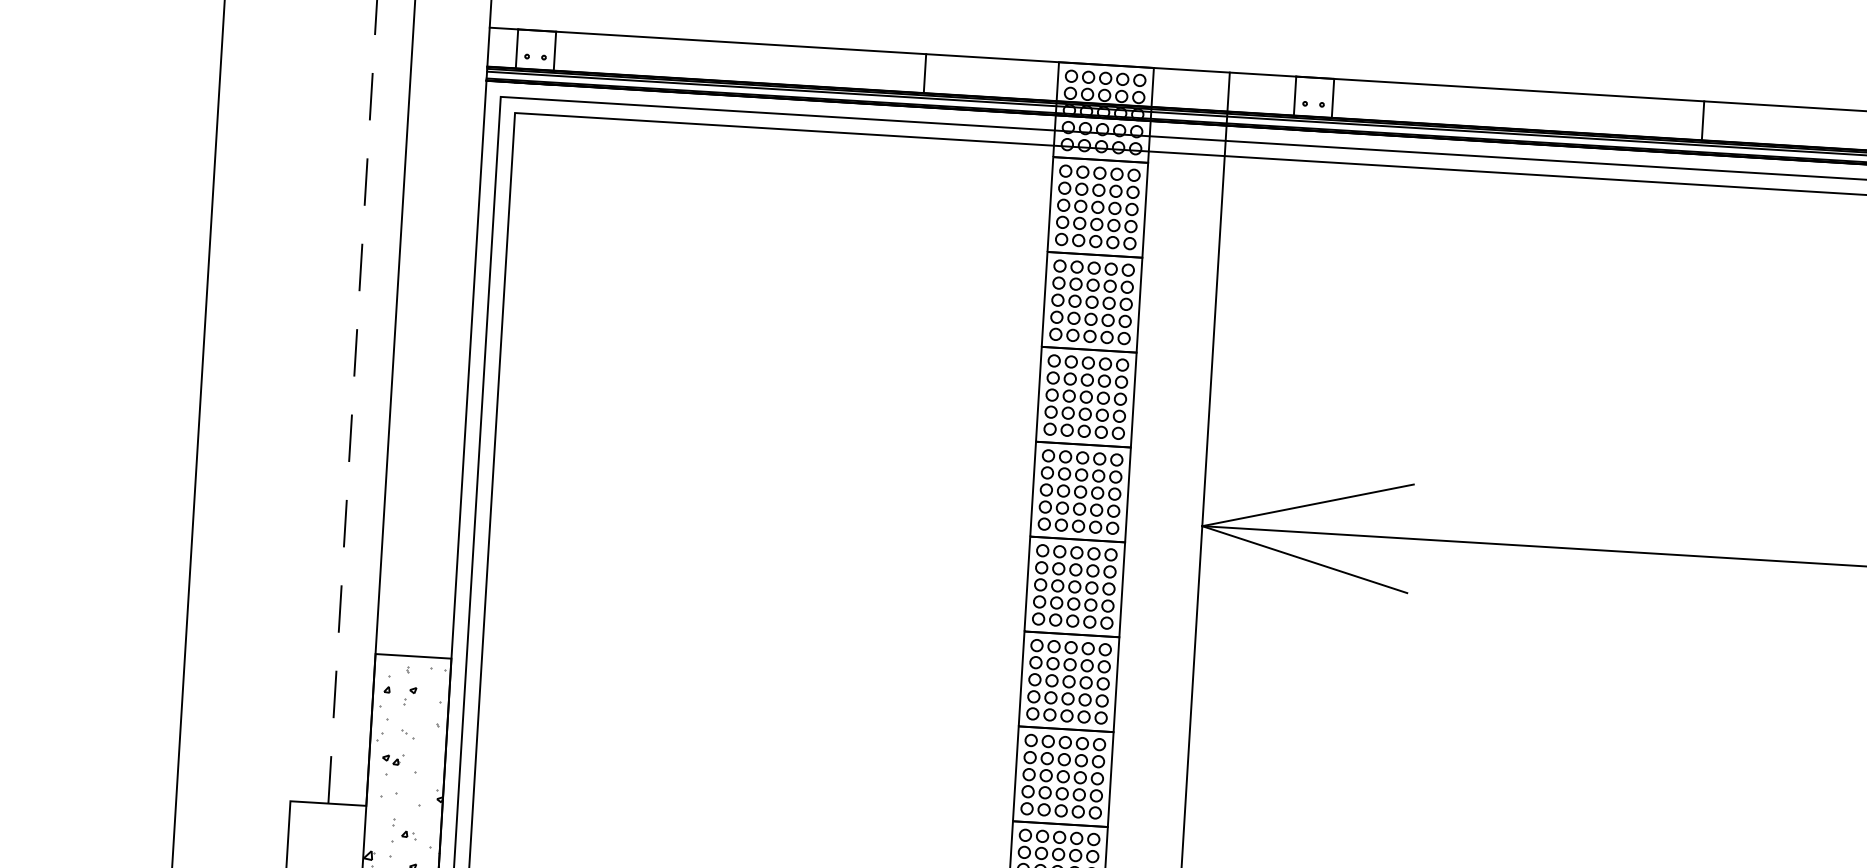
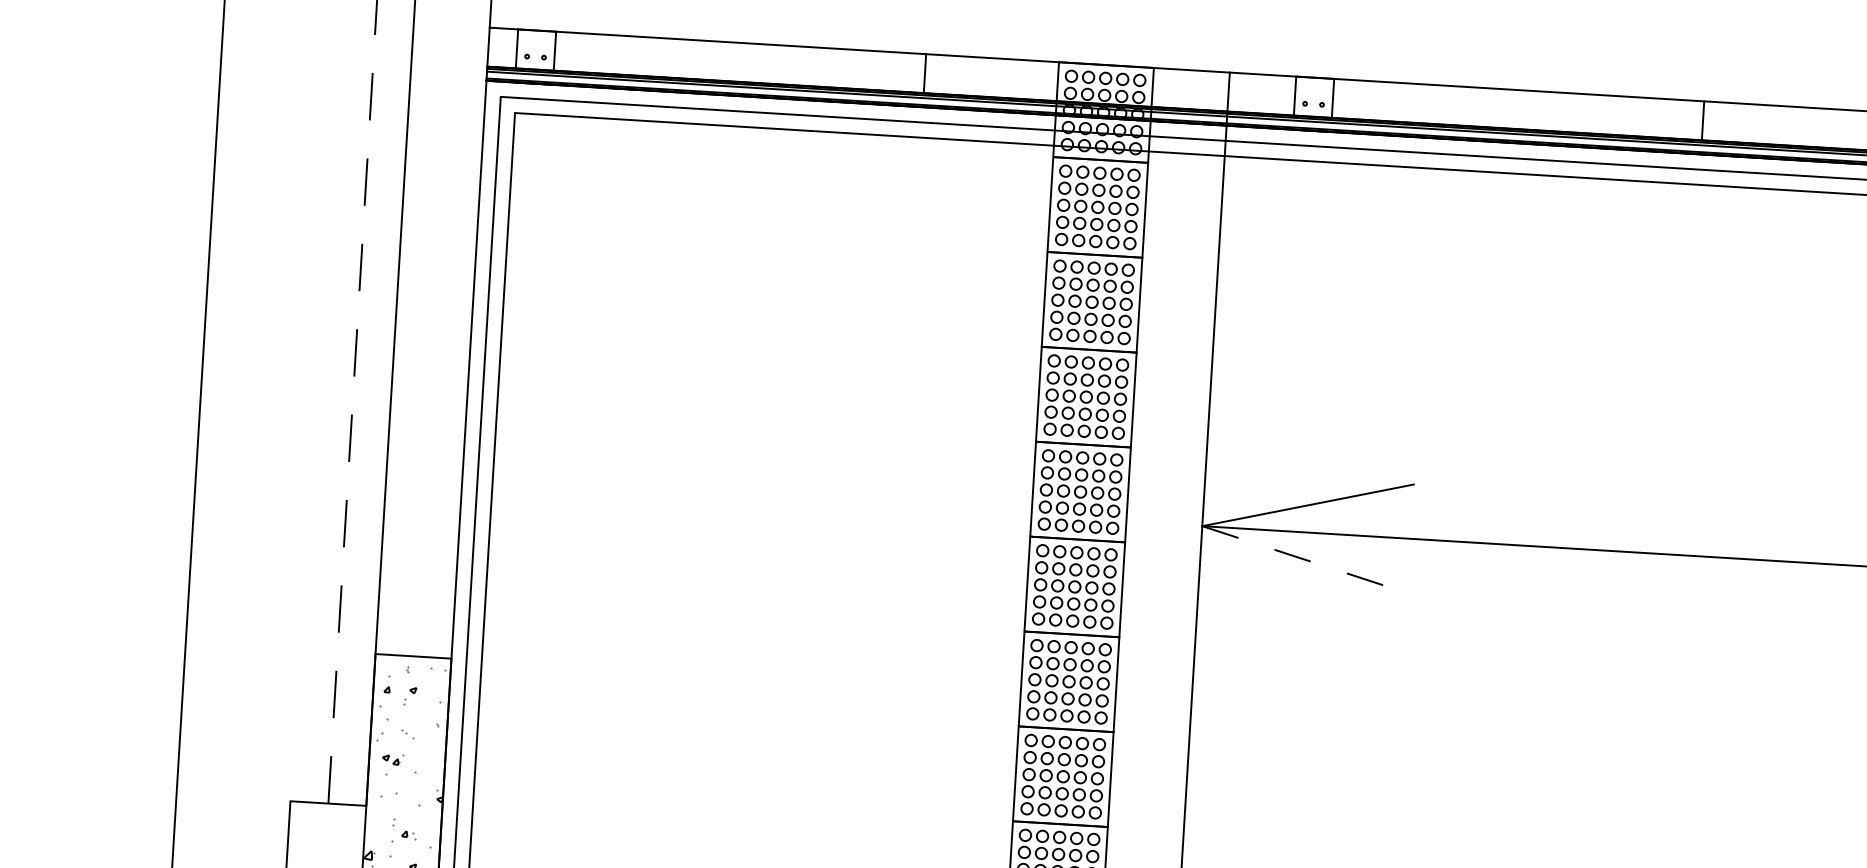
line at (1304, 559): solid -> dashed
